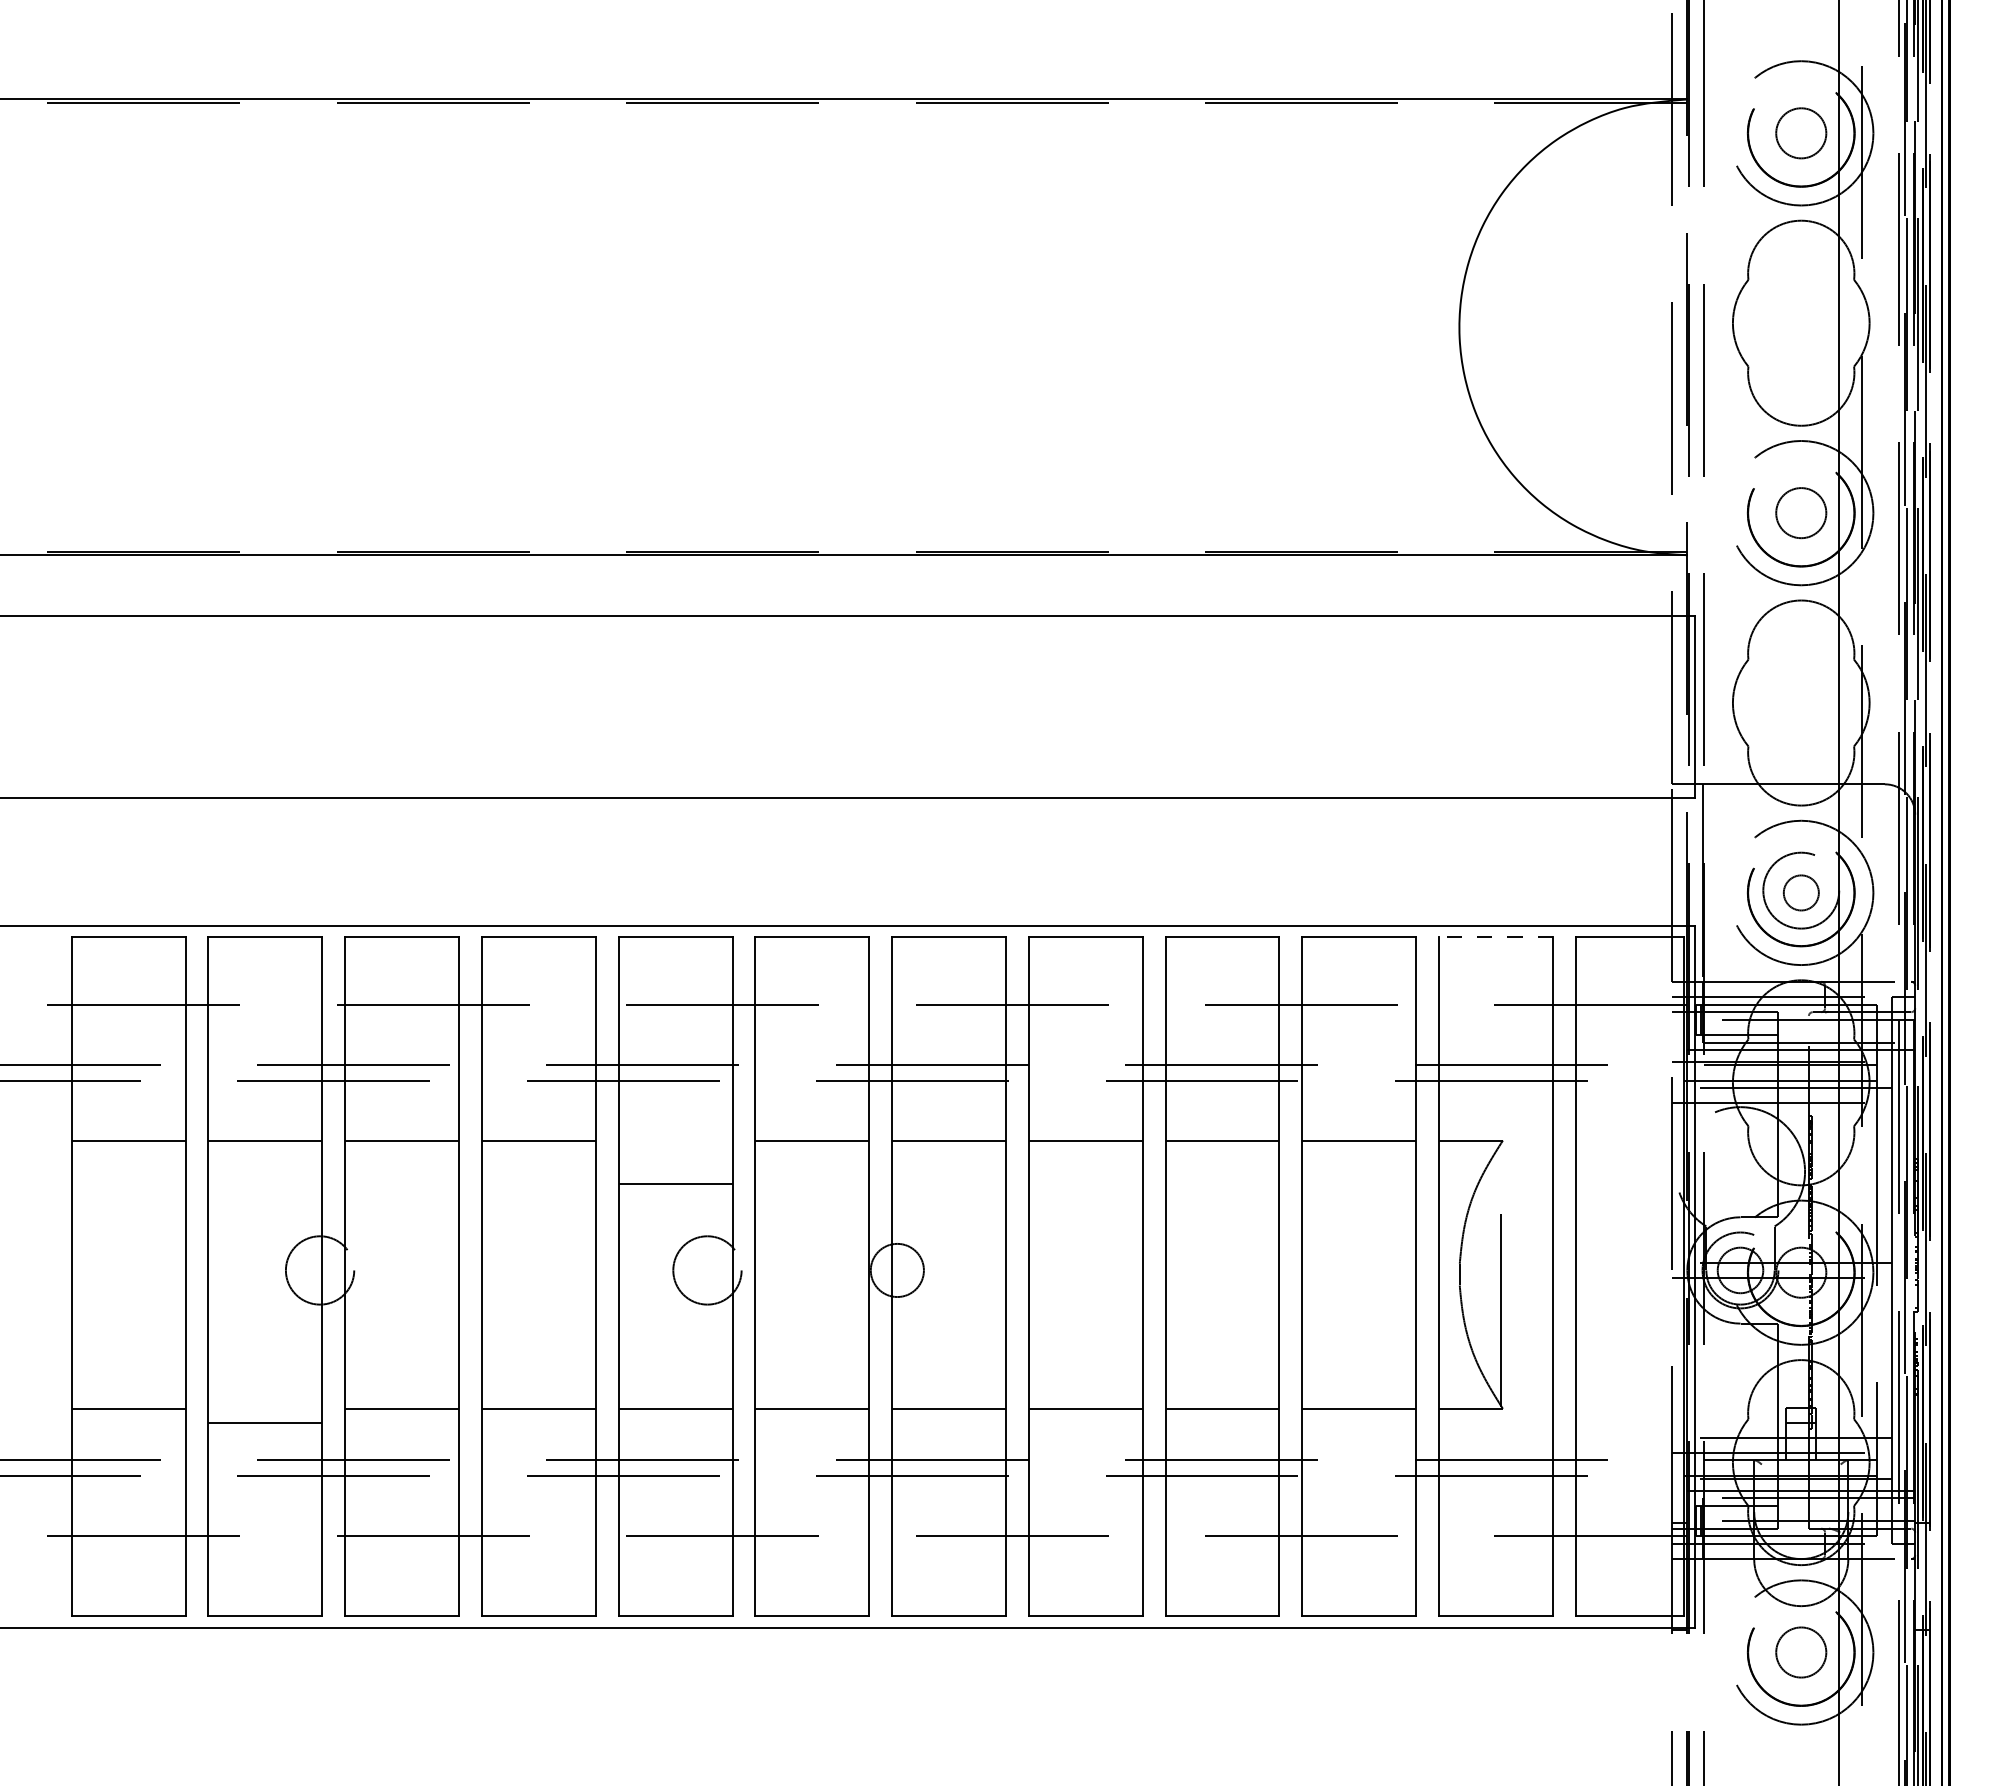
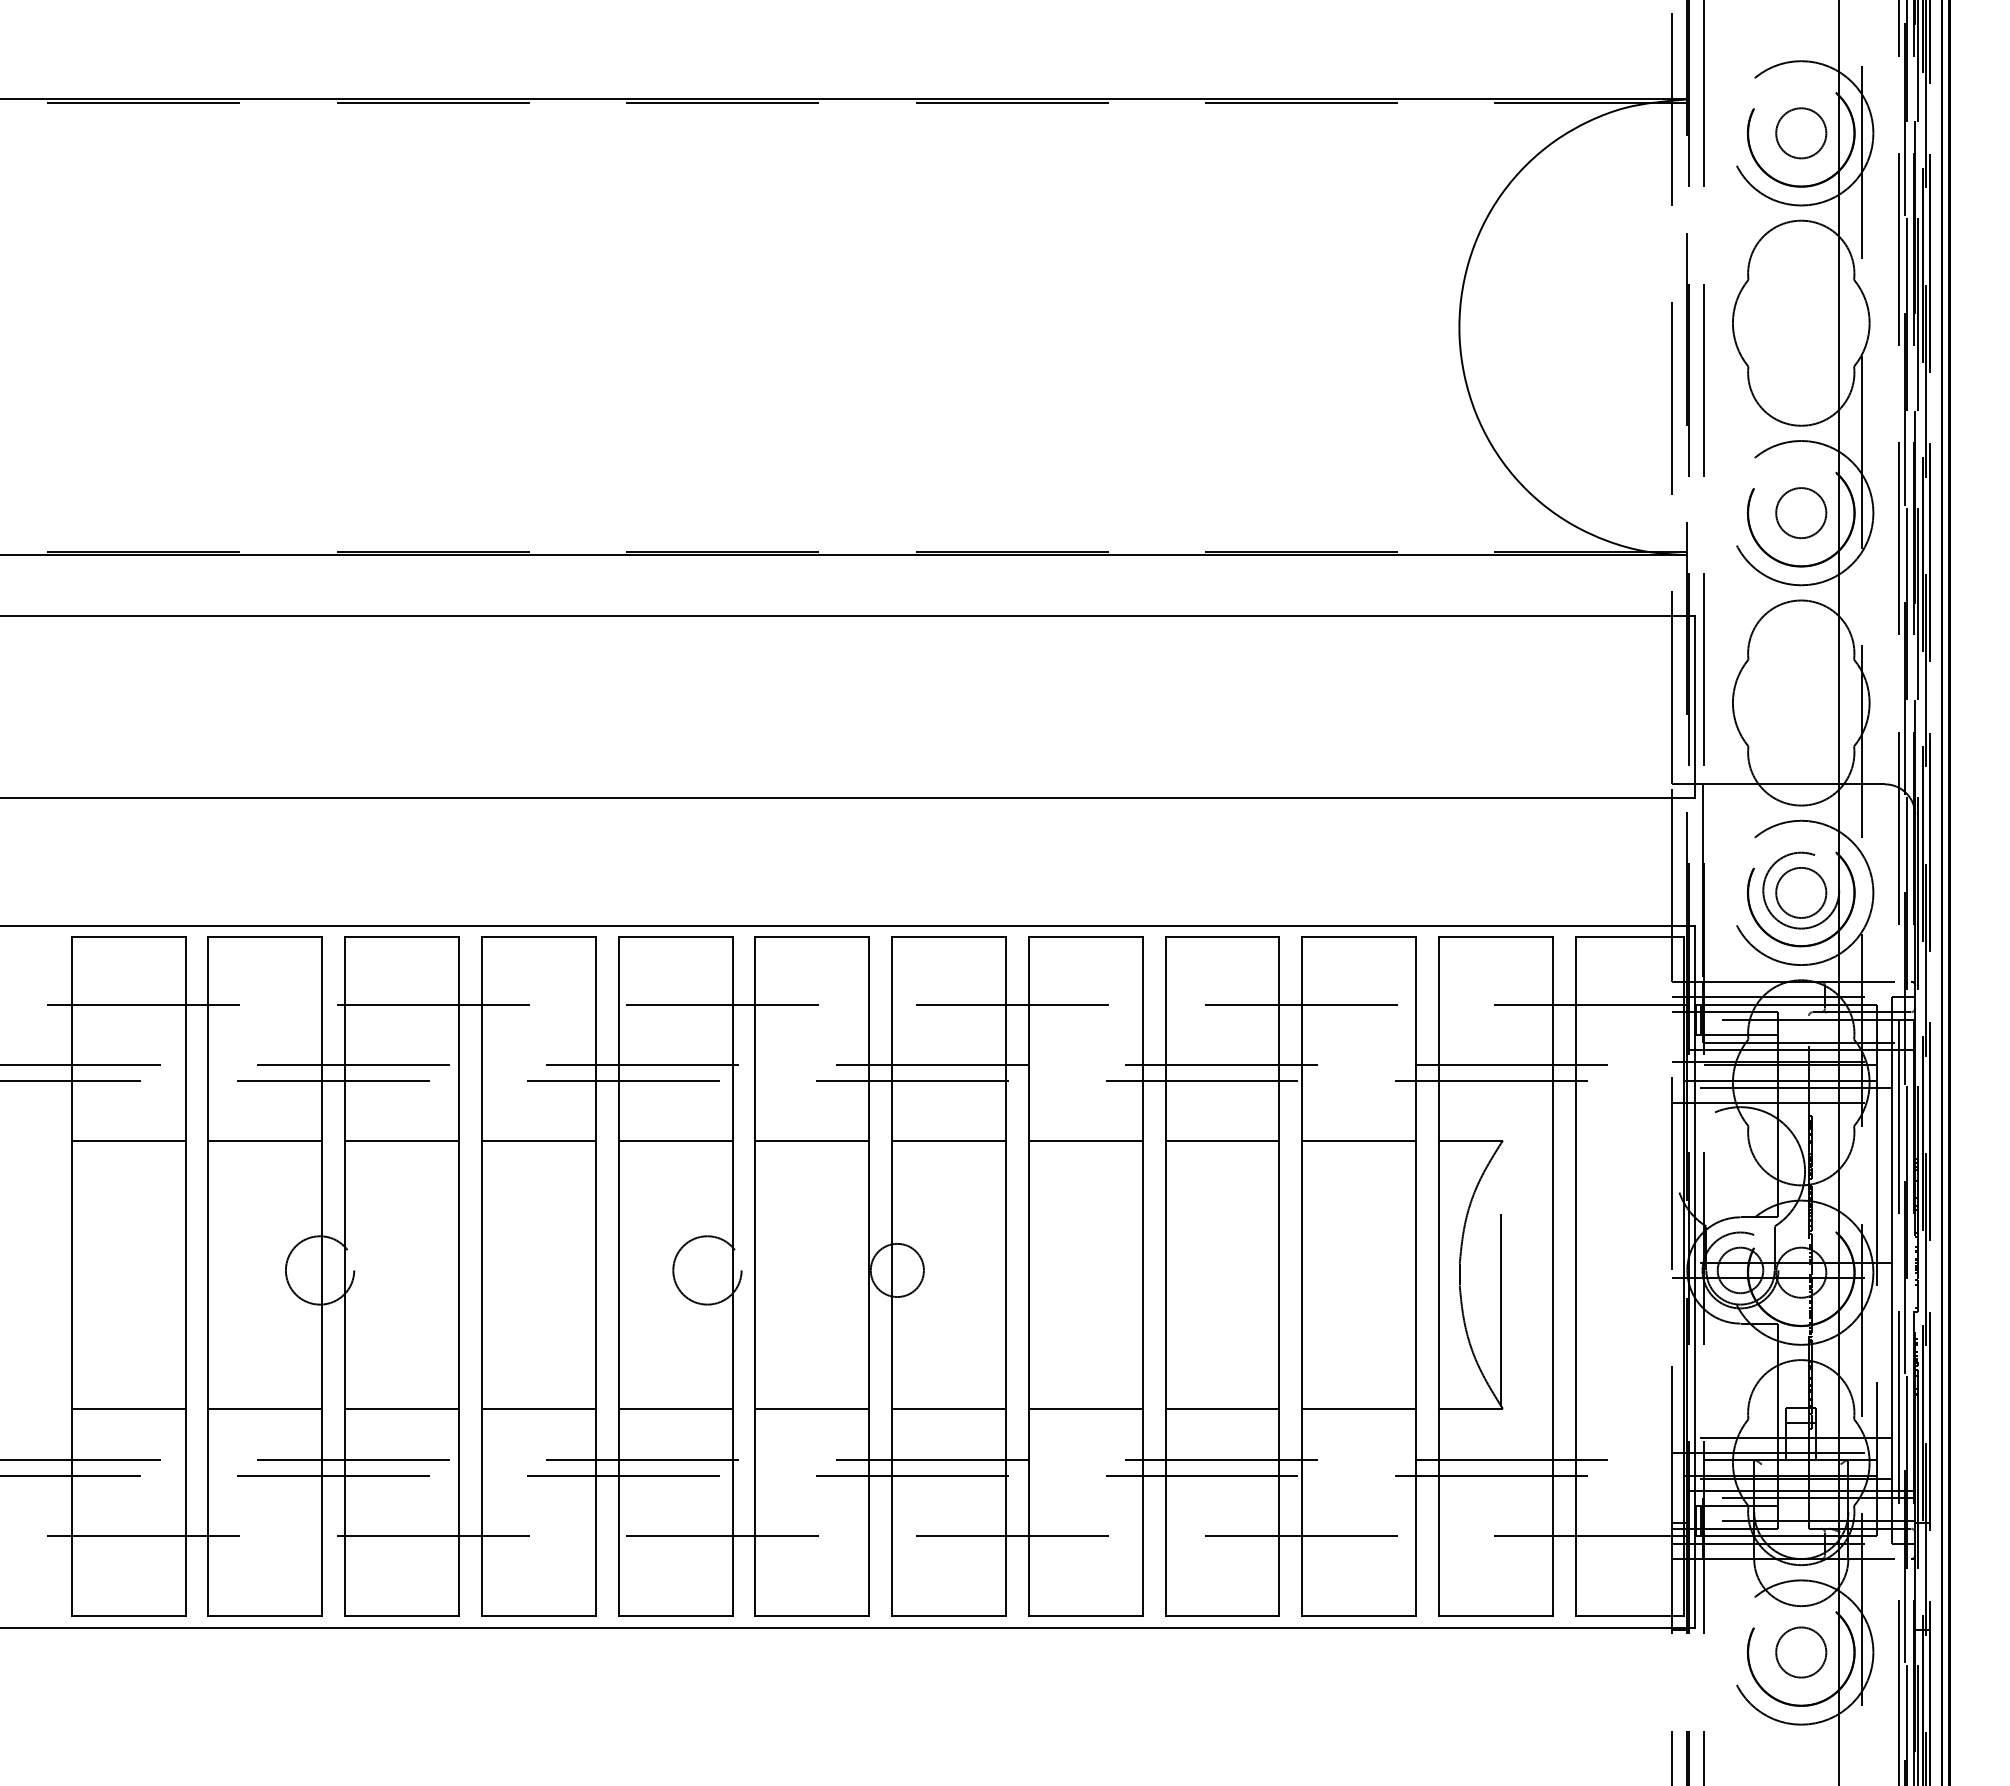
circle at (1800, 892) size: 38x38 px -> 53x52 px
line at (1495, 937): dashed -> solid
line at (675, 1183) position: (675, 1183) -> (675, 1140)
line at (265, 1422) position: (265, 1422) -> (265, 1408)
